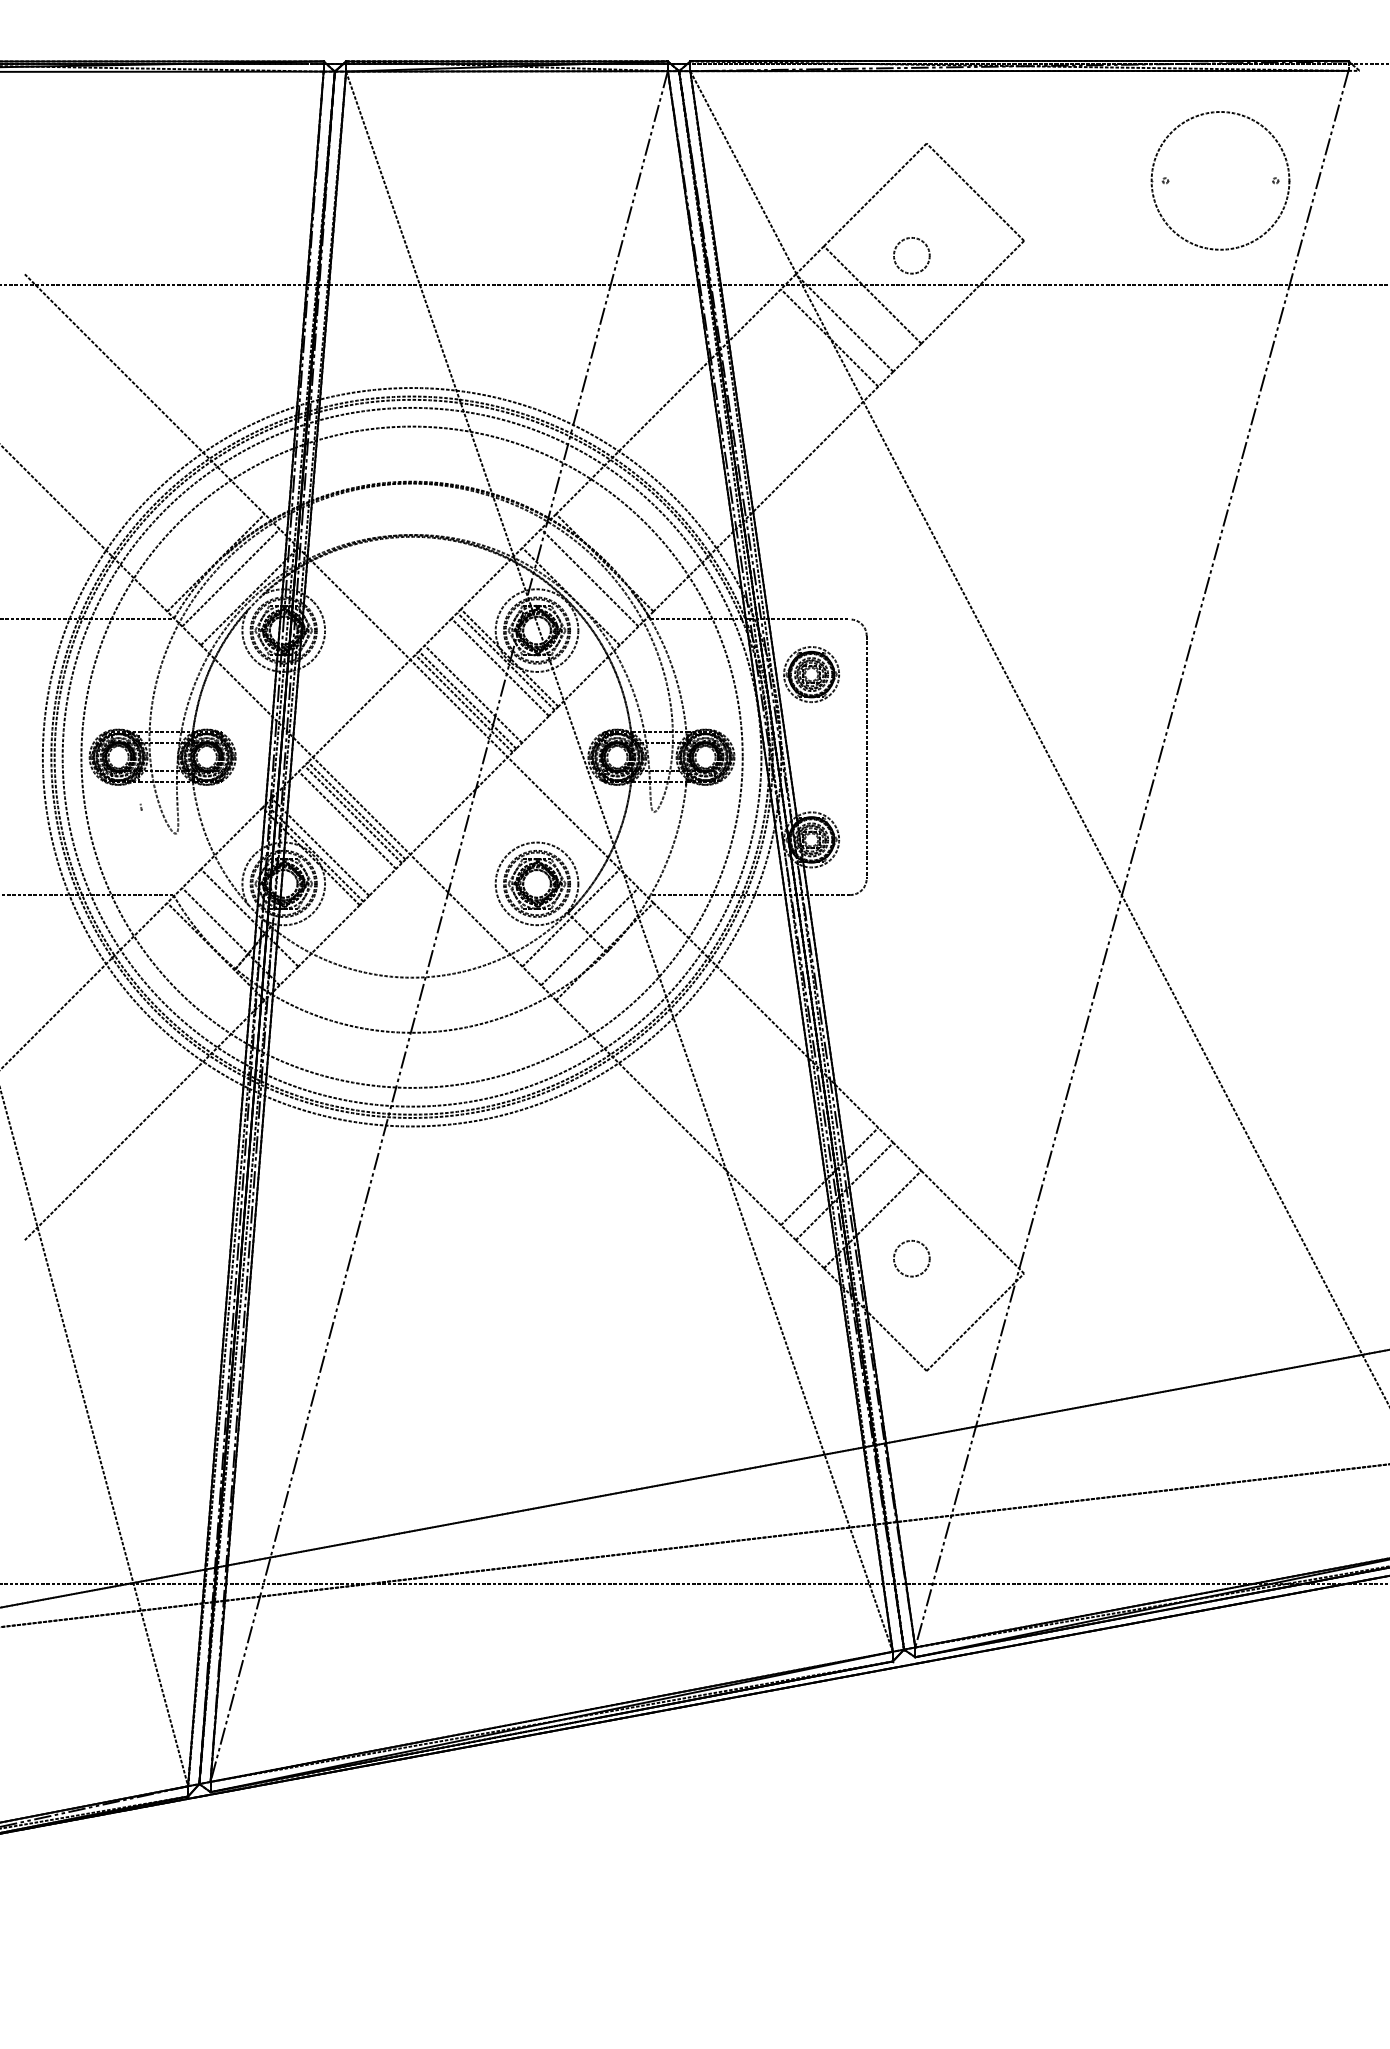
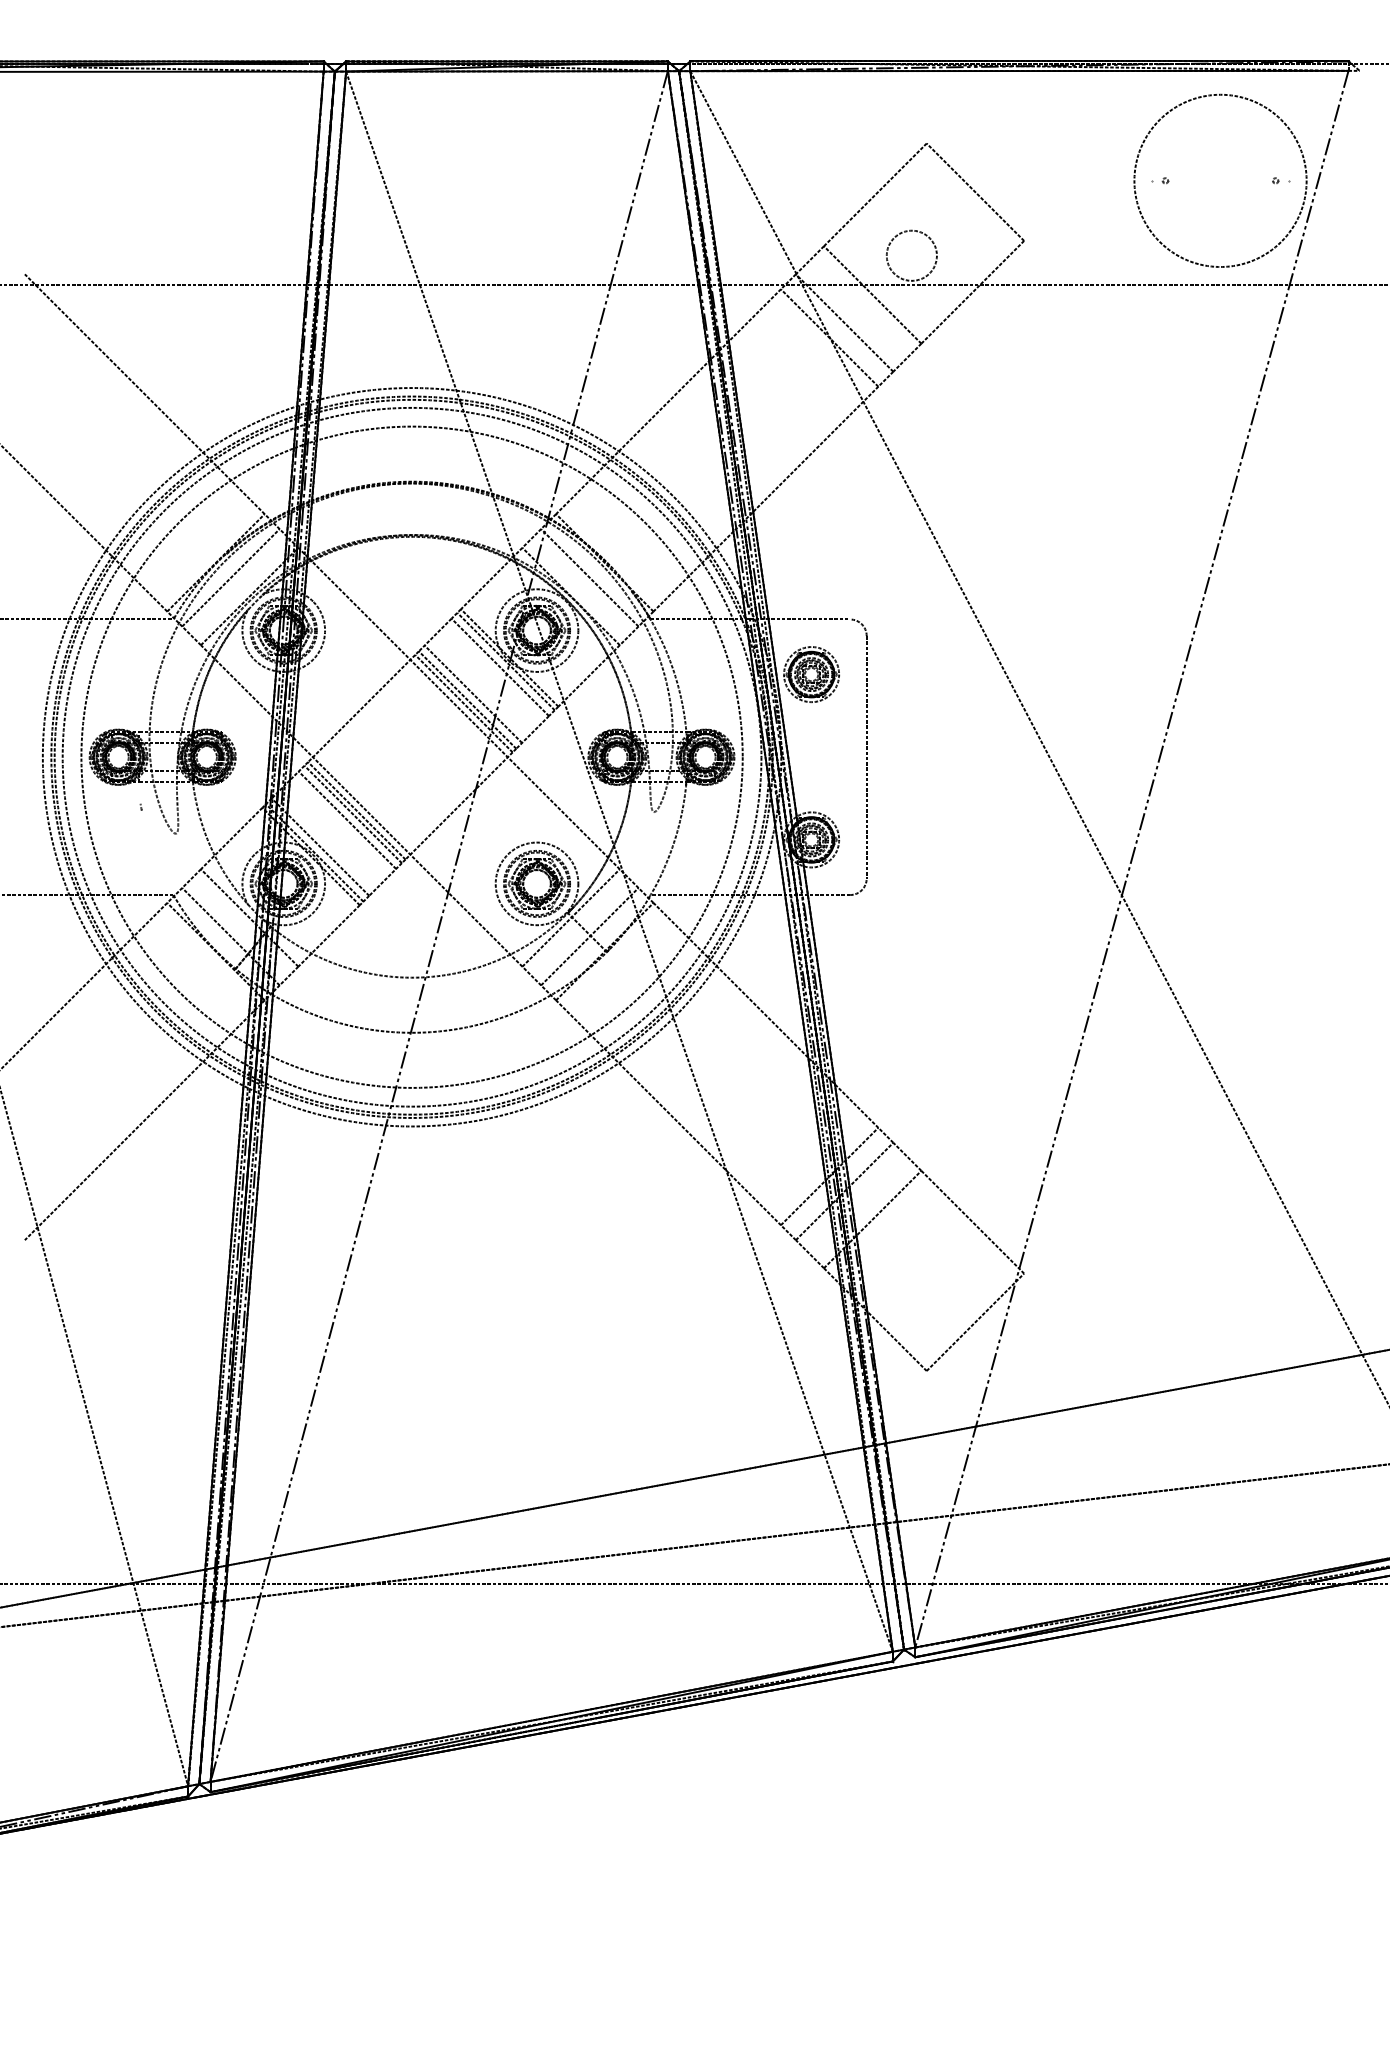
circle at (1220, 180) diameter: 138 px -> 172 px
circle at (911, 255) diameter: 36 px -> 50 px
circle at (911, 1258): present -> none
